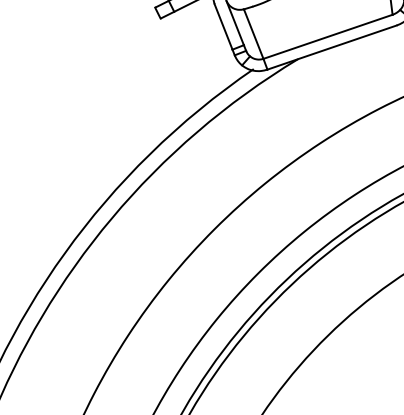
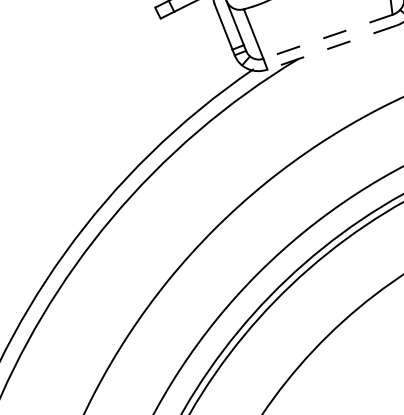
line at (327, 37): solid -> dashed
line at (331, 47): solid -> dashed
